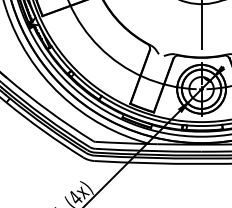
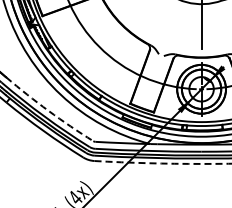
arc at (48, 110): solid -> dashed
arc at (163, 163): solid -> dashed
